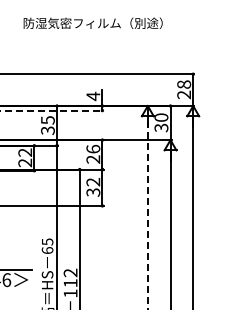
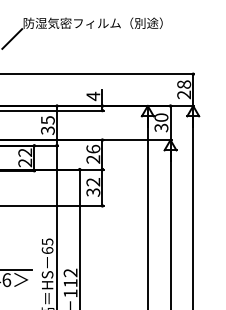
line at (12, 38): none -> present
line at (52, 110): dashed -> solid
line at (147, 213): dashed -> solid
